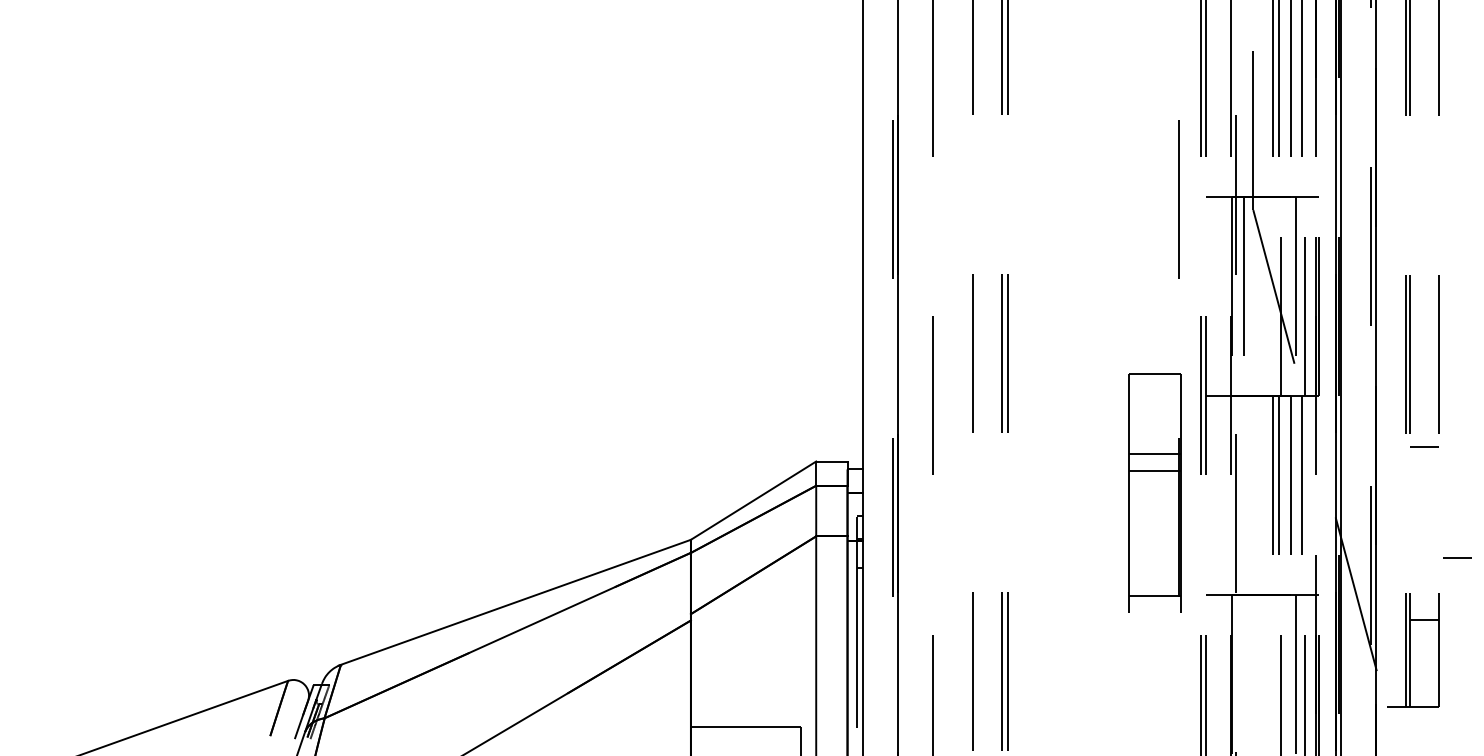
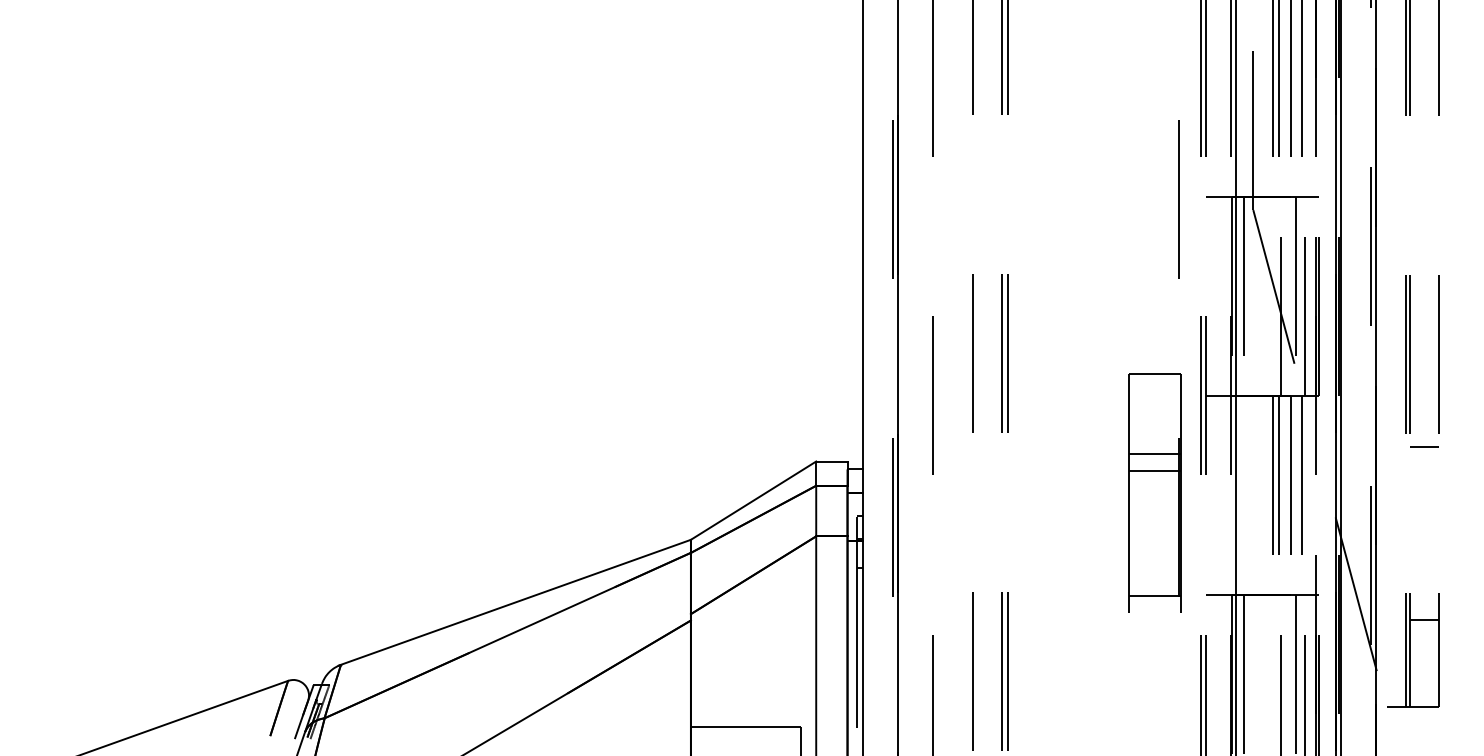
line at (1236, 378): dashed -> solid
line at (1457, 557): present -> none
line at (1243, 673): none -> present
